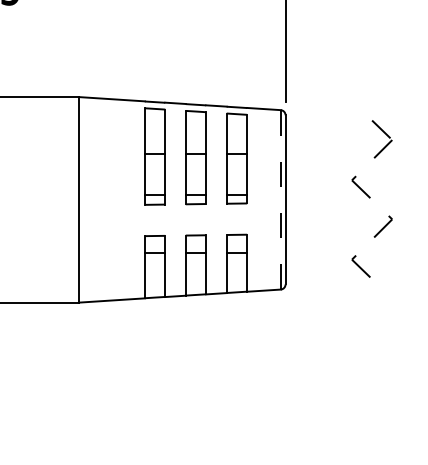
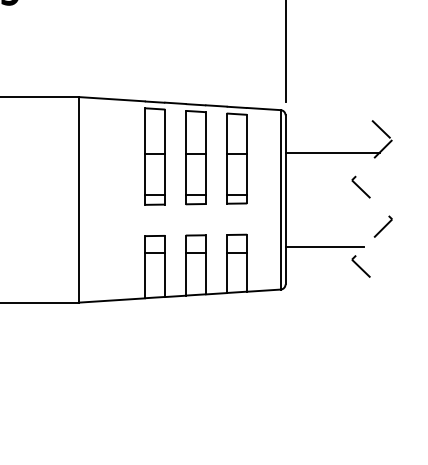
line at (332, 152): none -> present
line at (280, 199): dashed -> solid
line at (324, 247): none -> present
